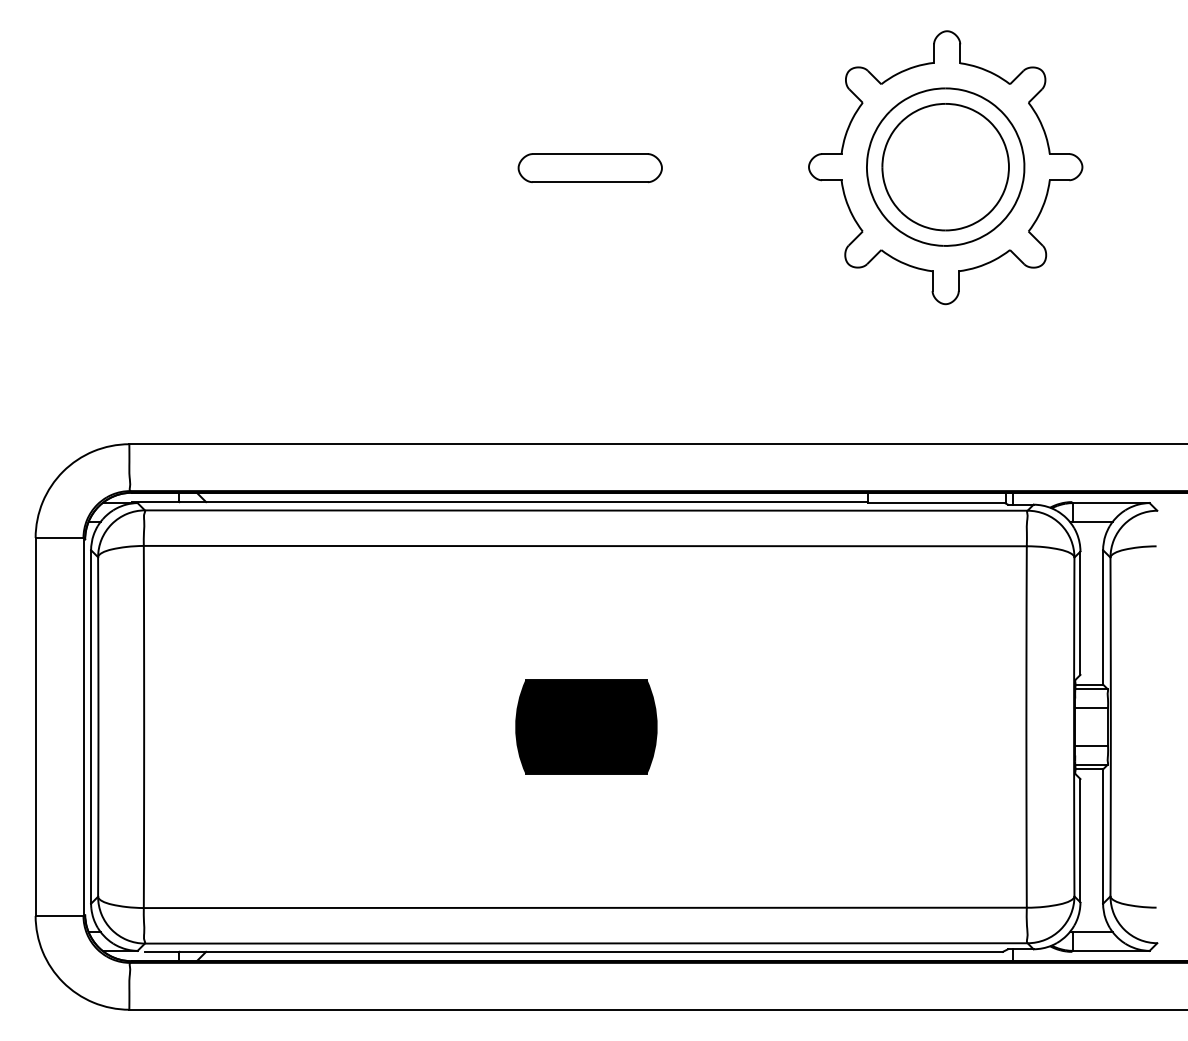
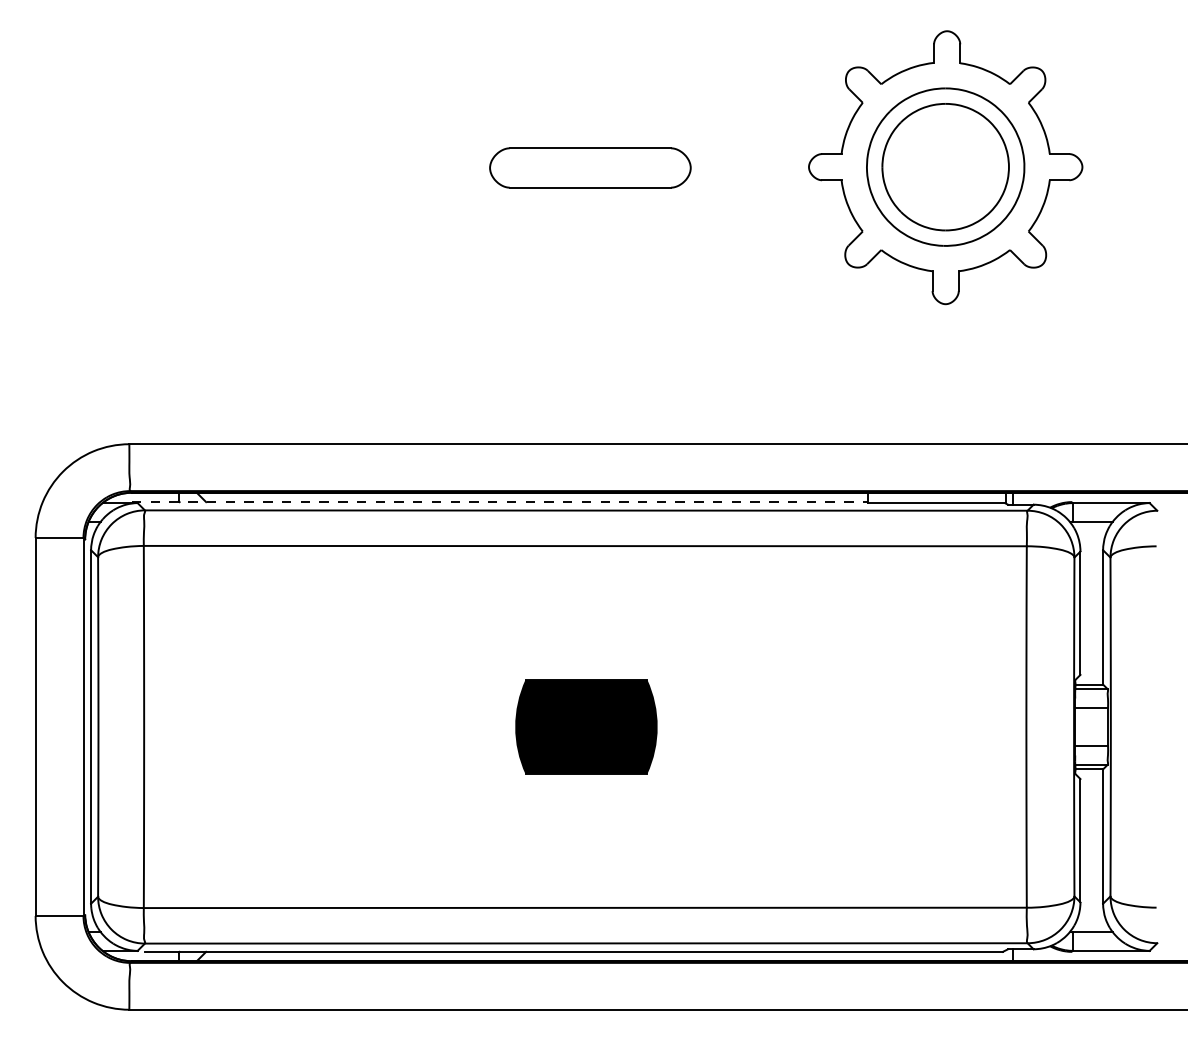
part at (589, 168) size: 146x31 px -> 203x42 px
line at (499, 502): solid -> dashed
